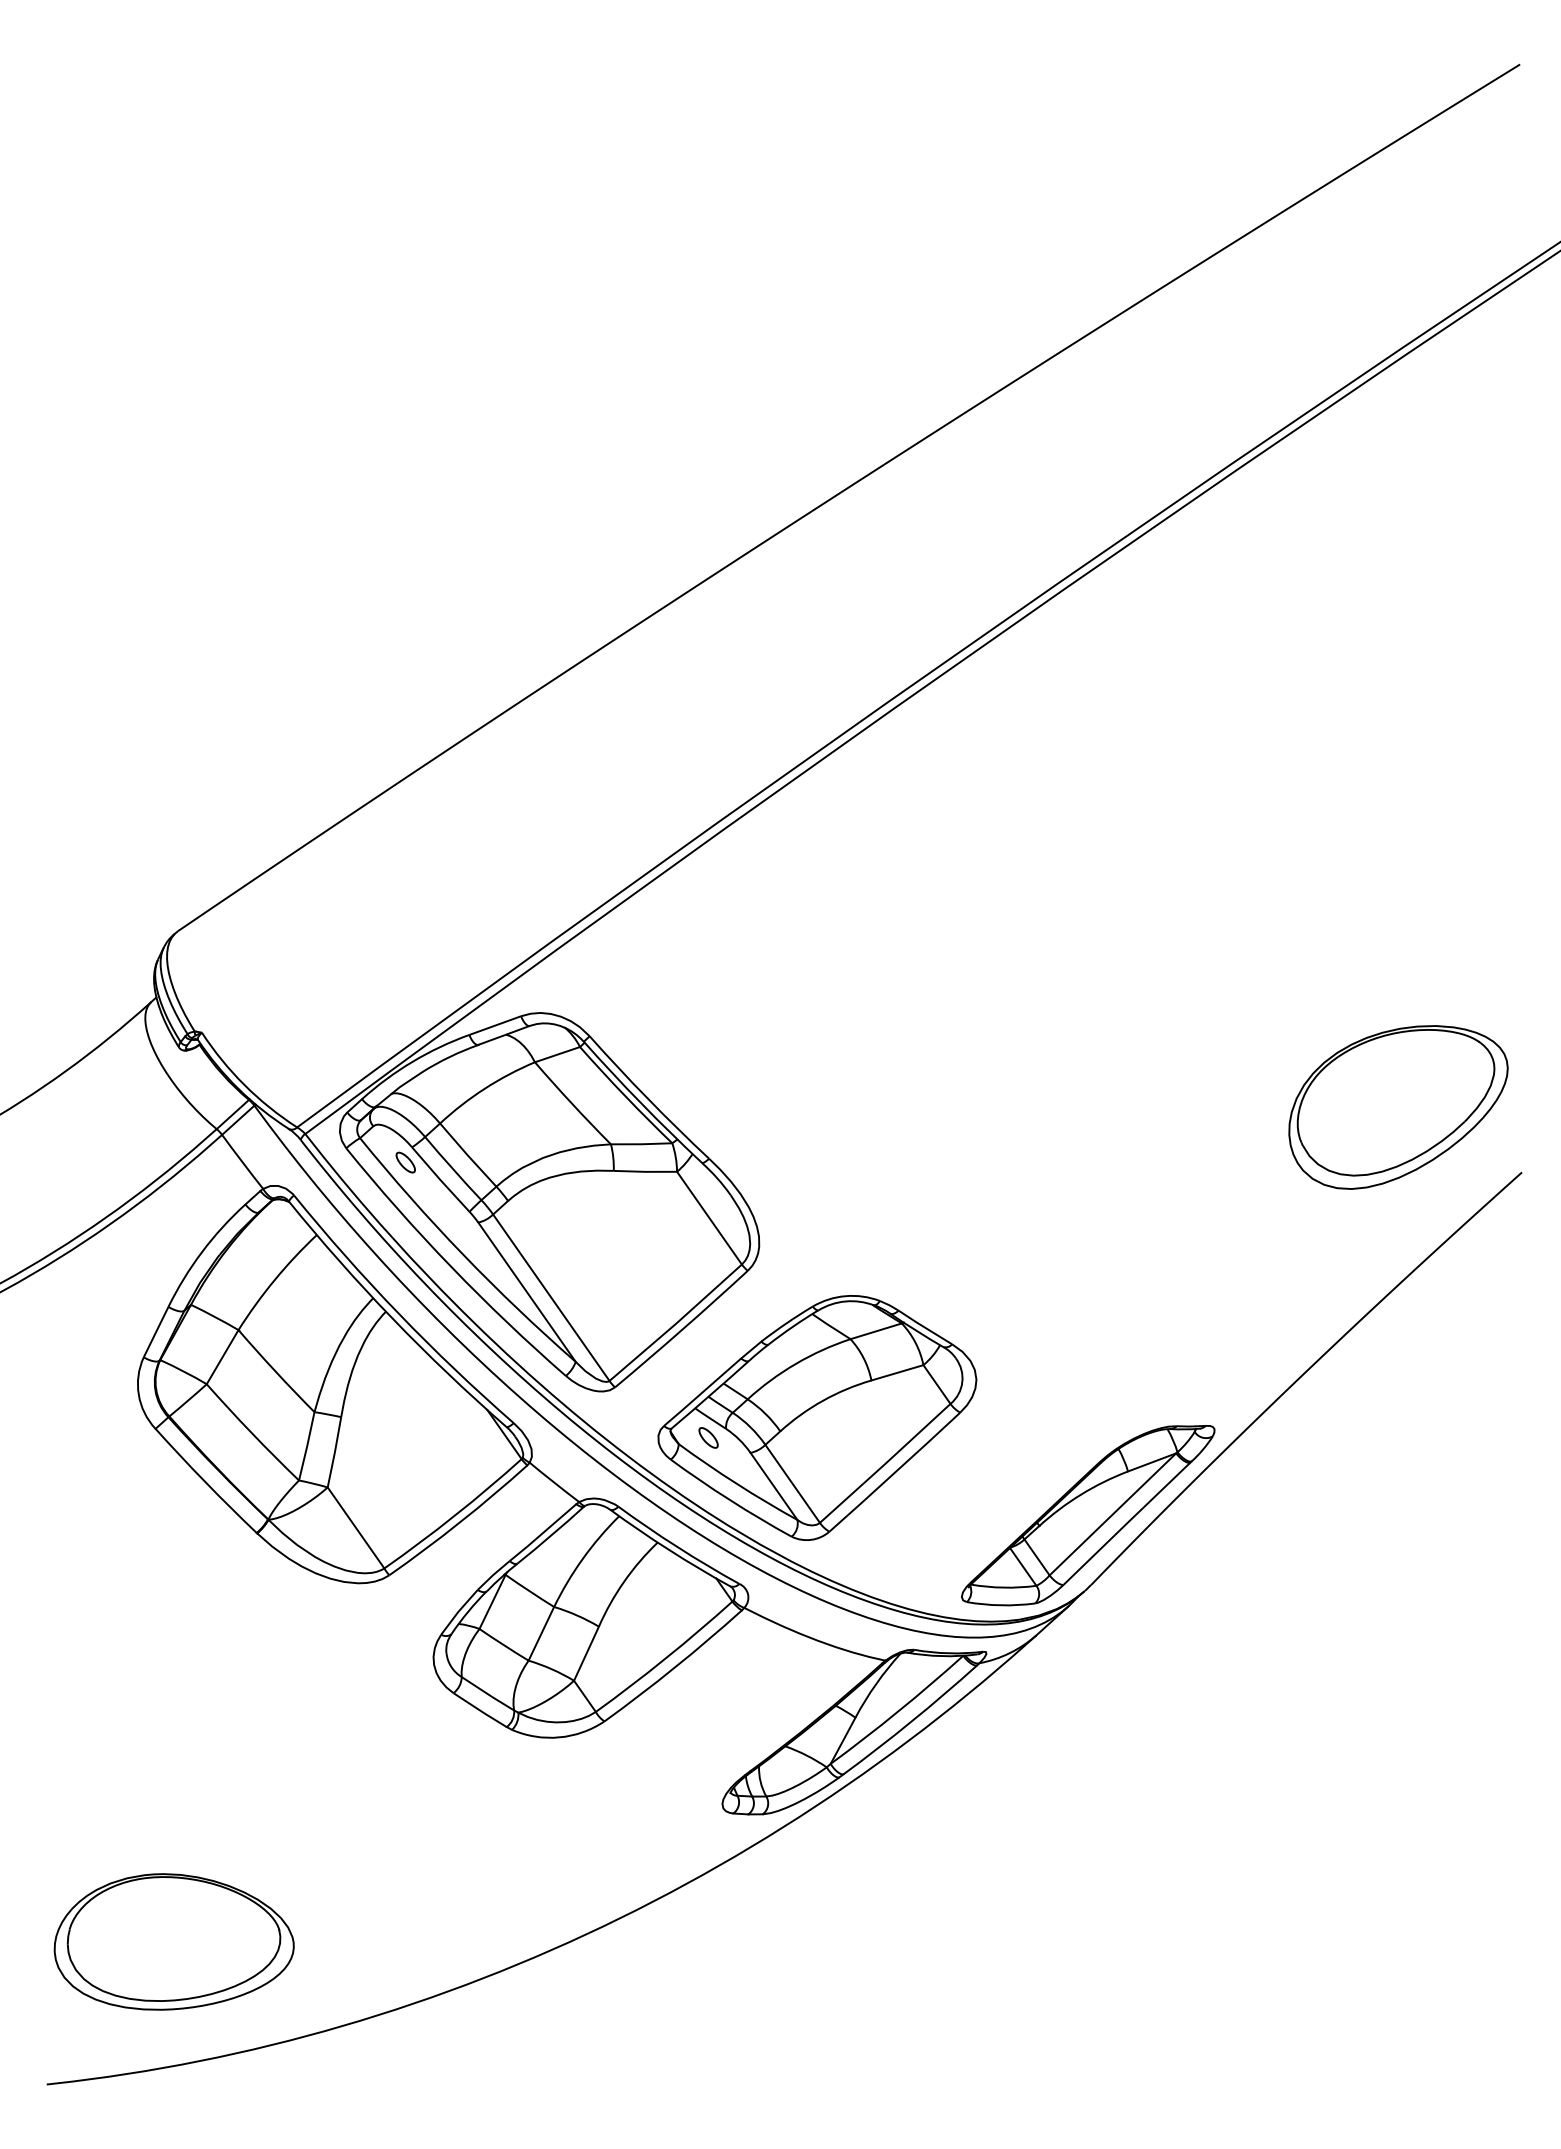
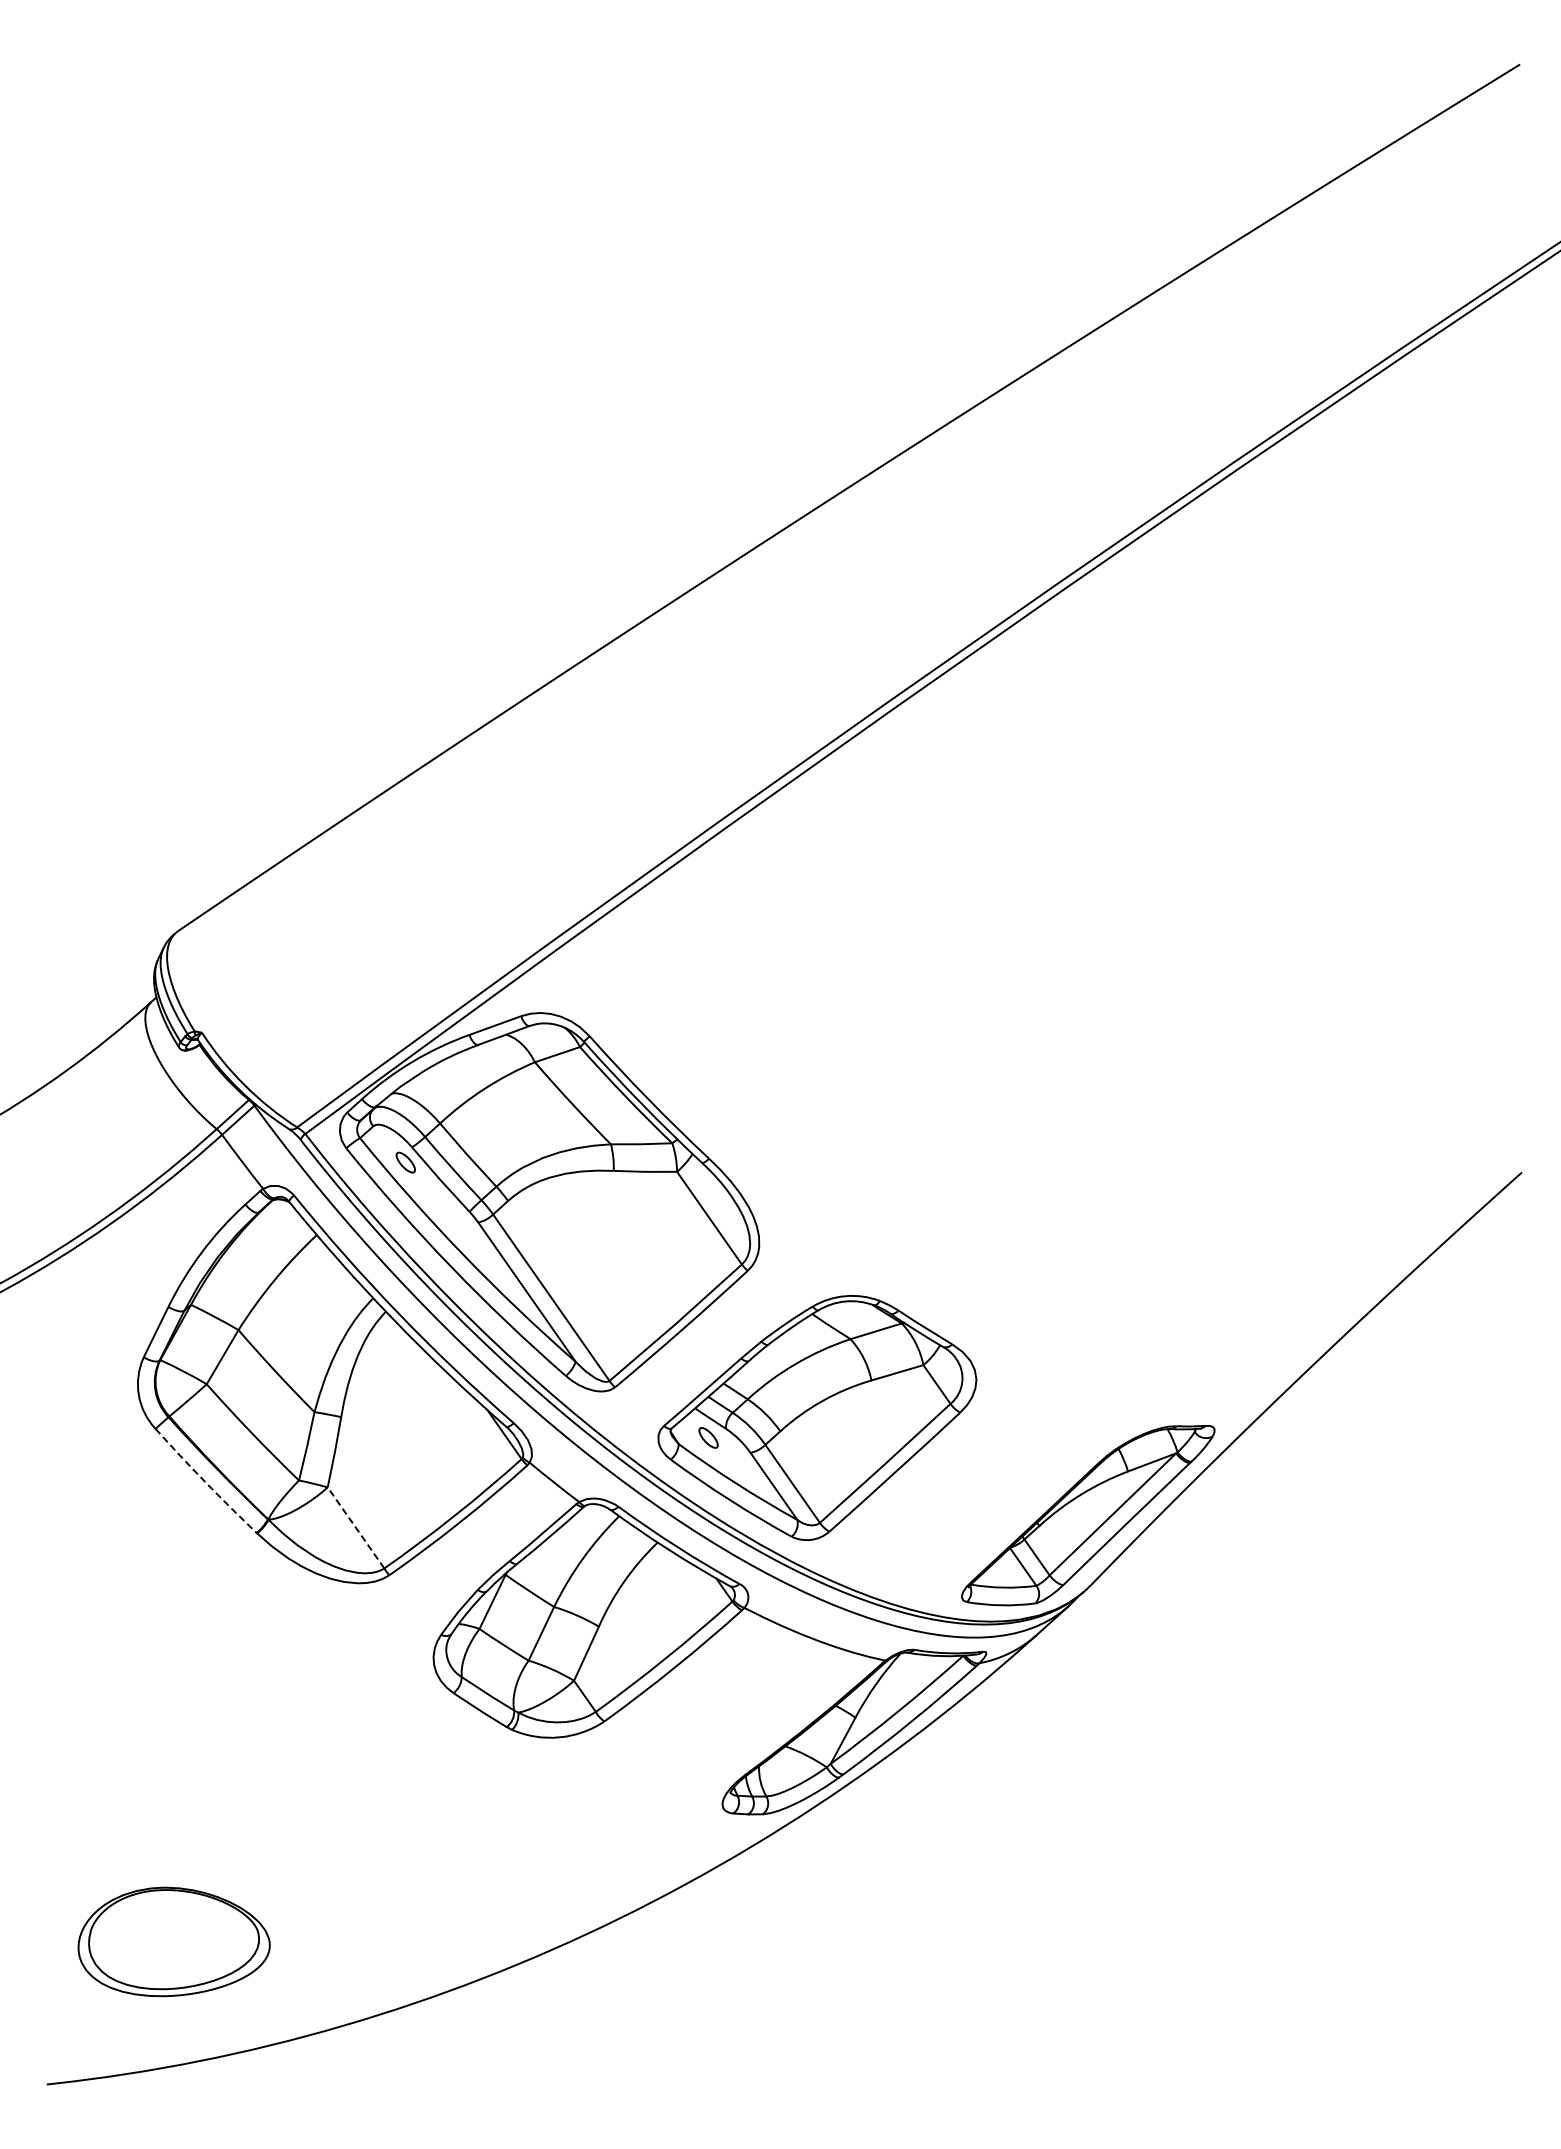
part at (1398, 1107): present -> none
arc at (205, 1481): solid -> dashed
line at (355, 1527): solid -> dashed
part at (173, 1941) size: 242x138 px -> 194x112 px
